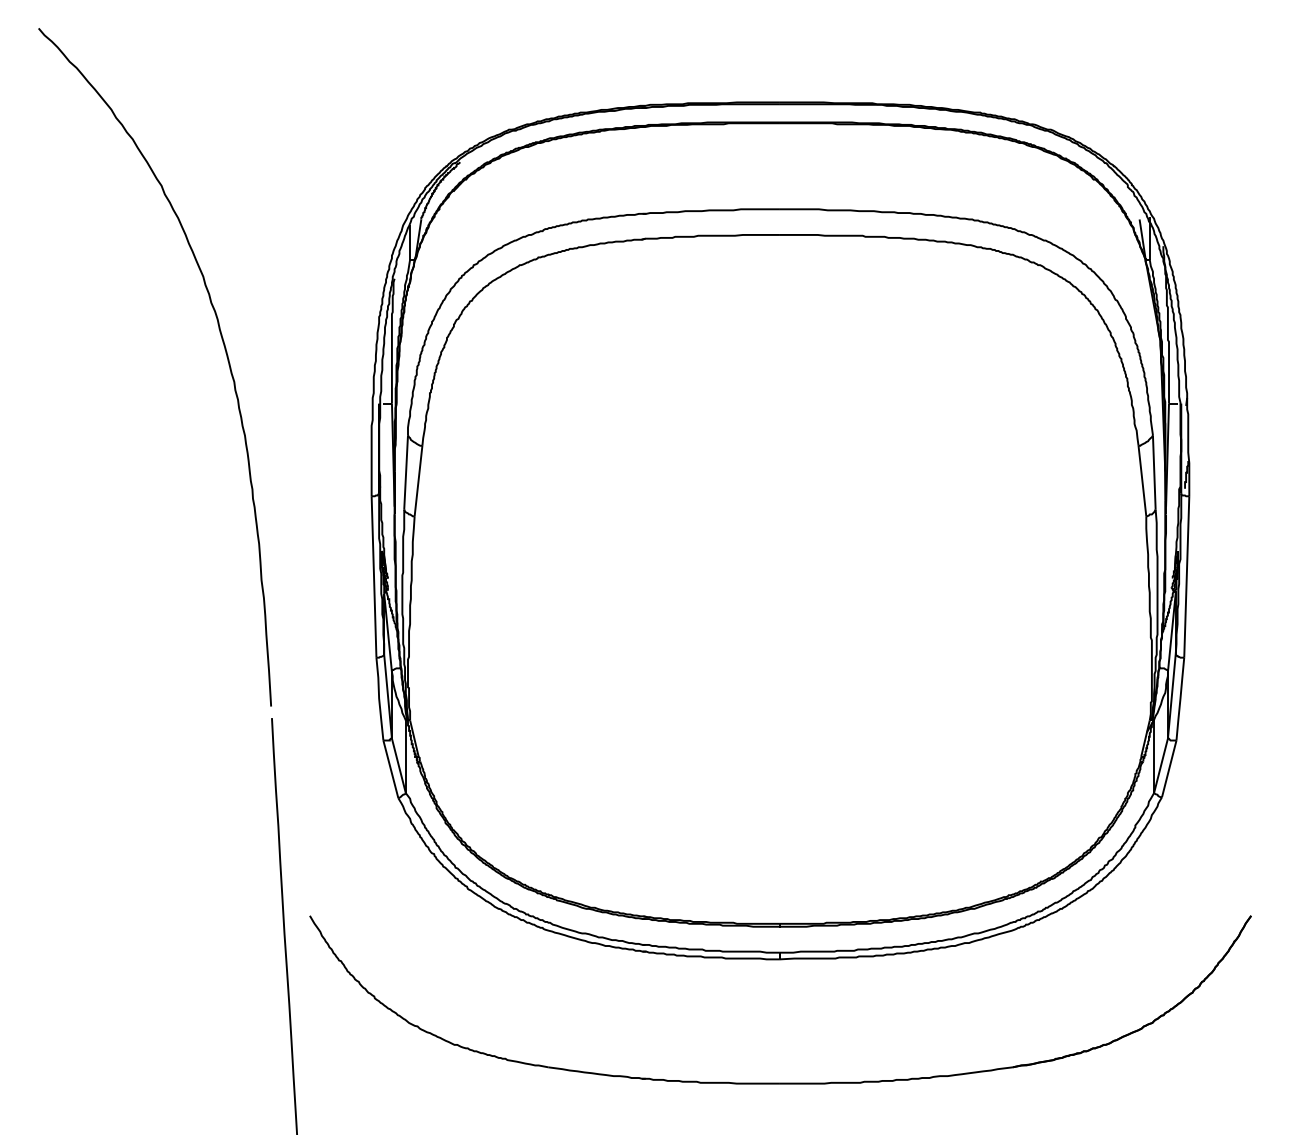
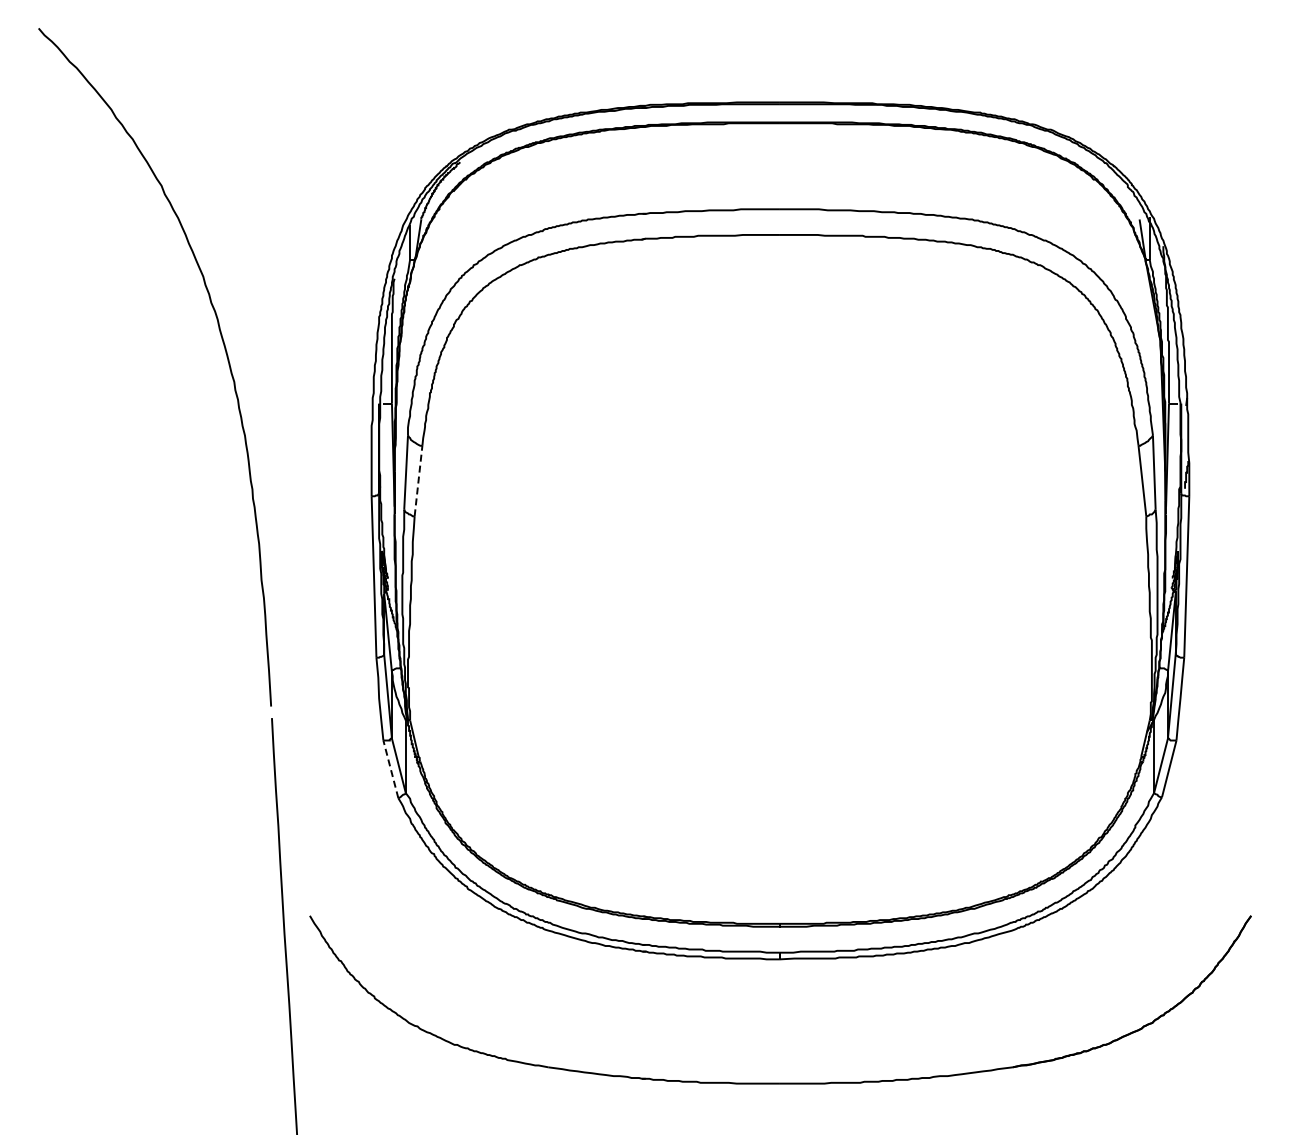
line at (418, 480): solid -> dashed
line at (390, 769): solid -> dashed
